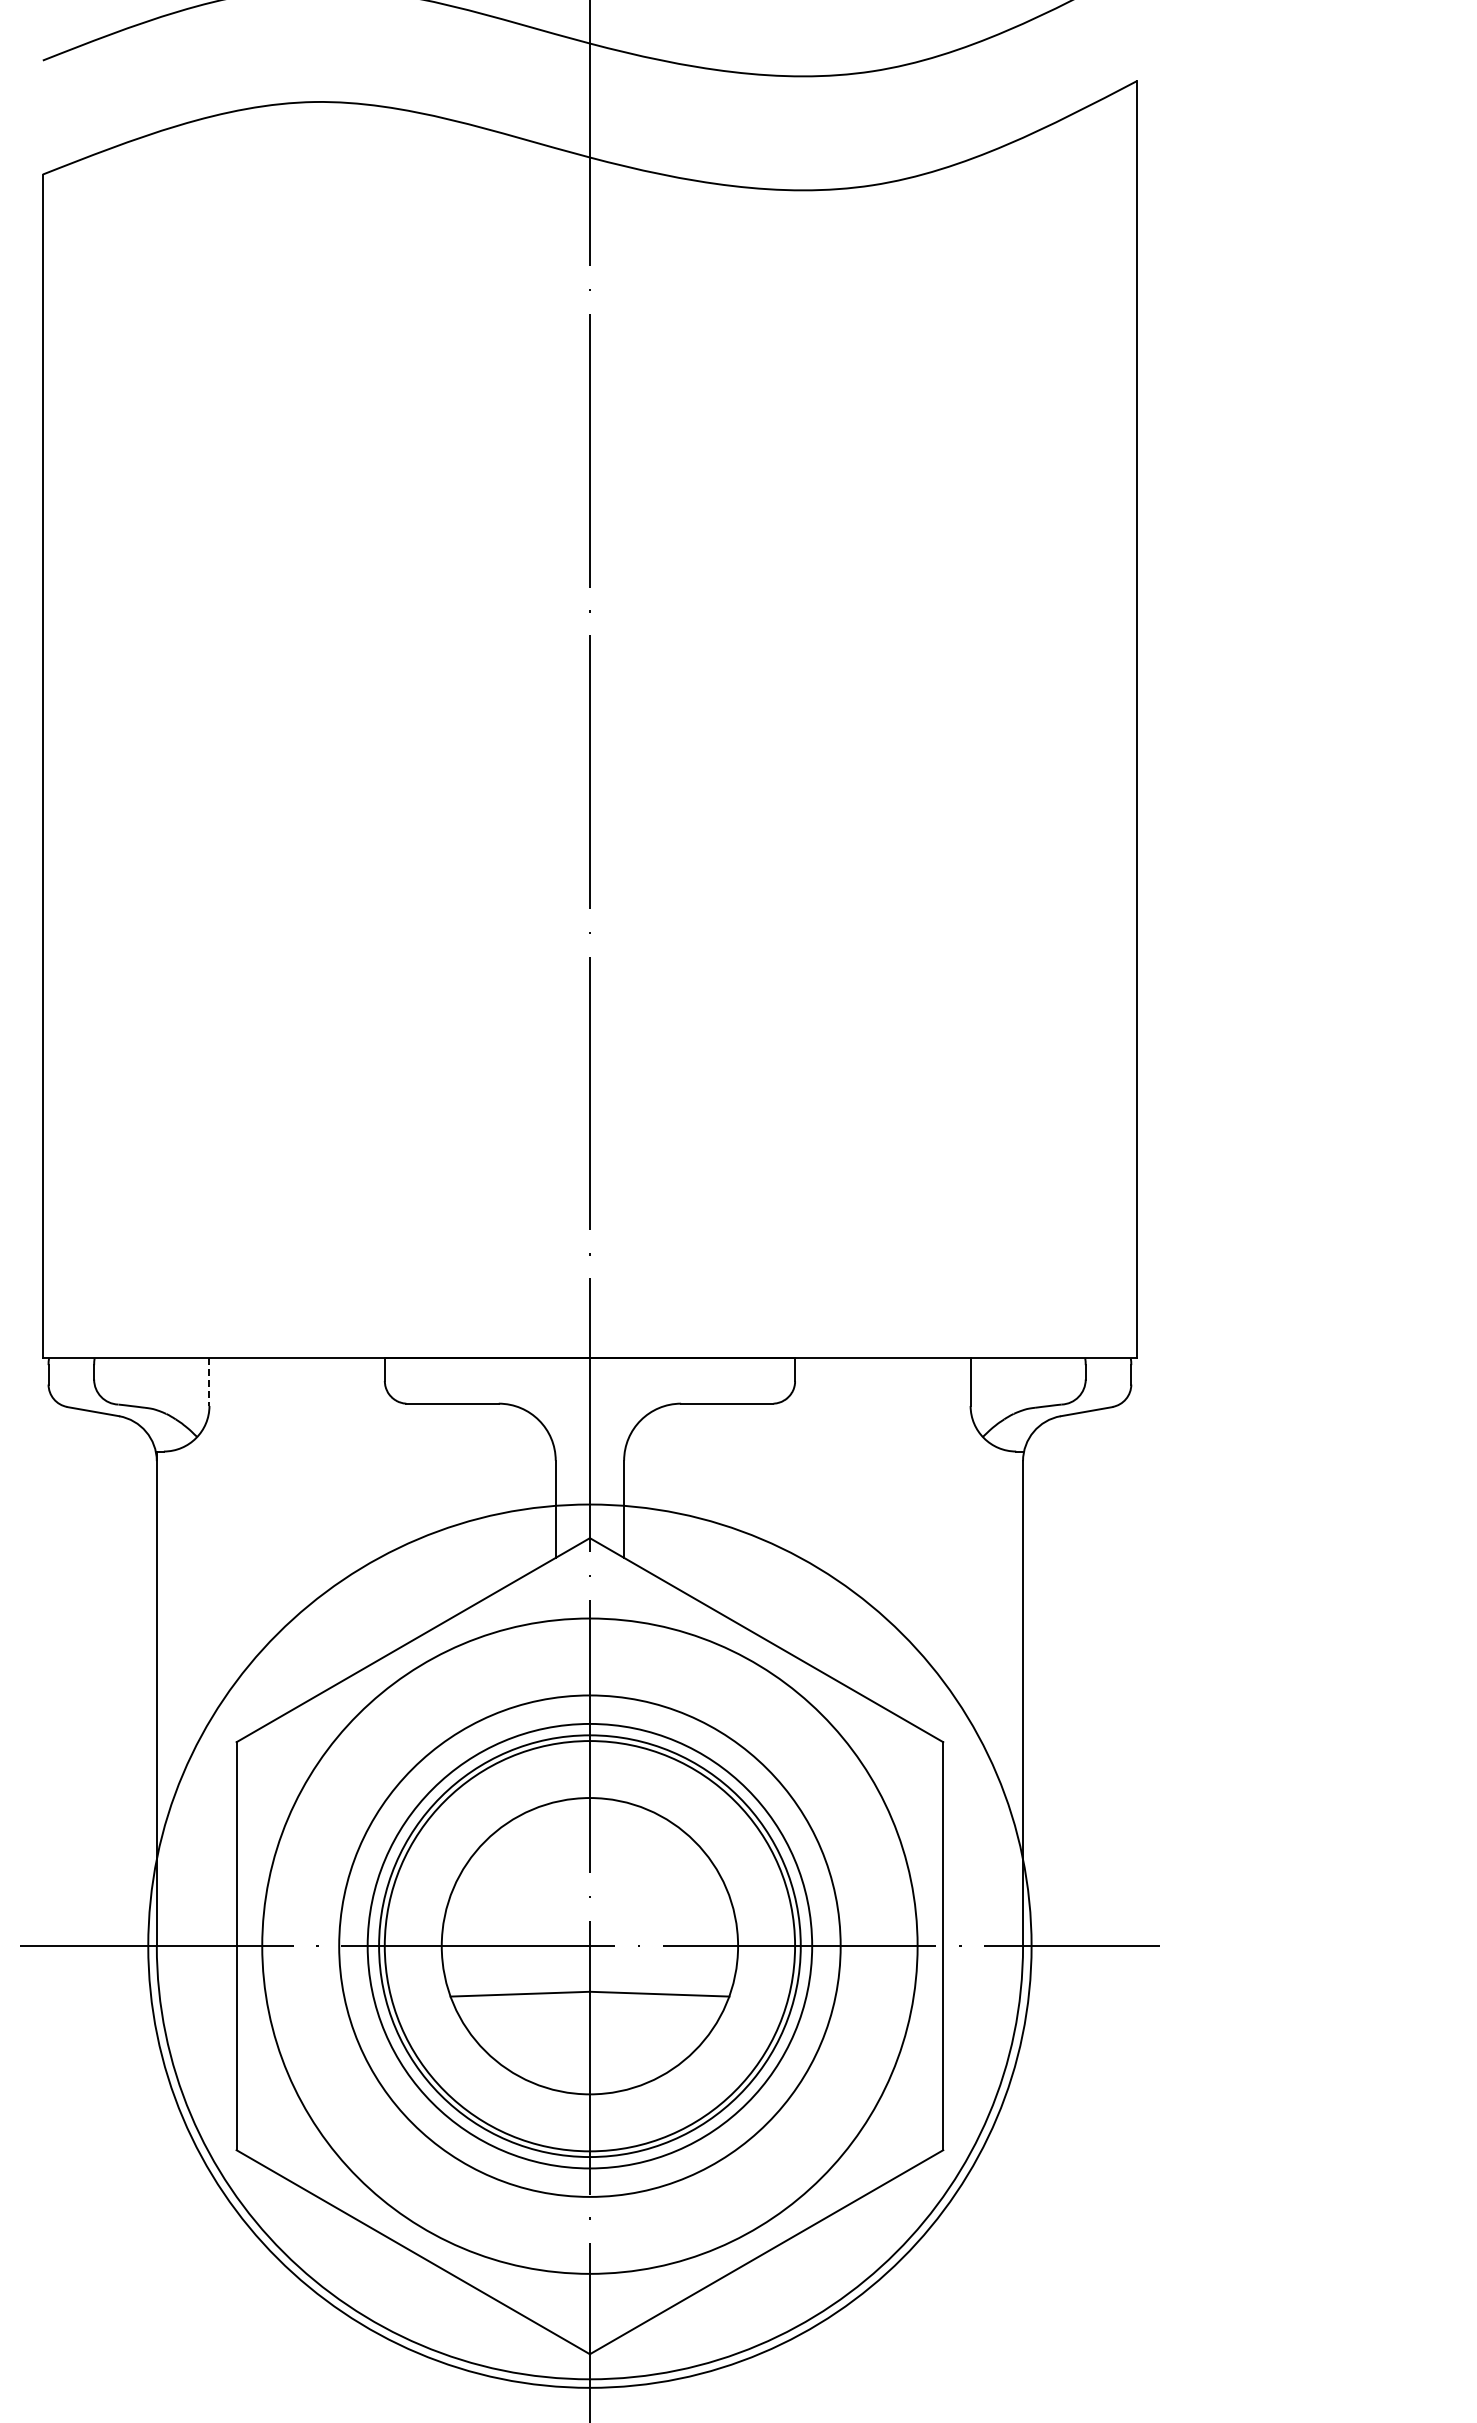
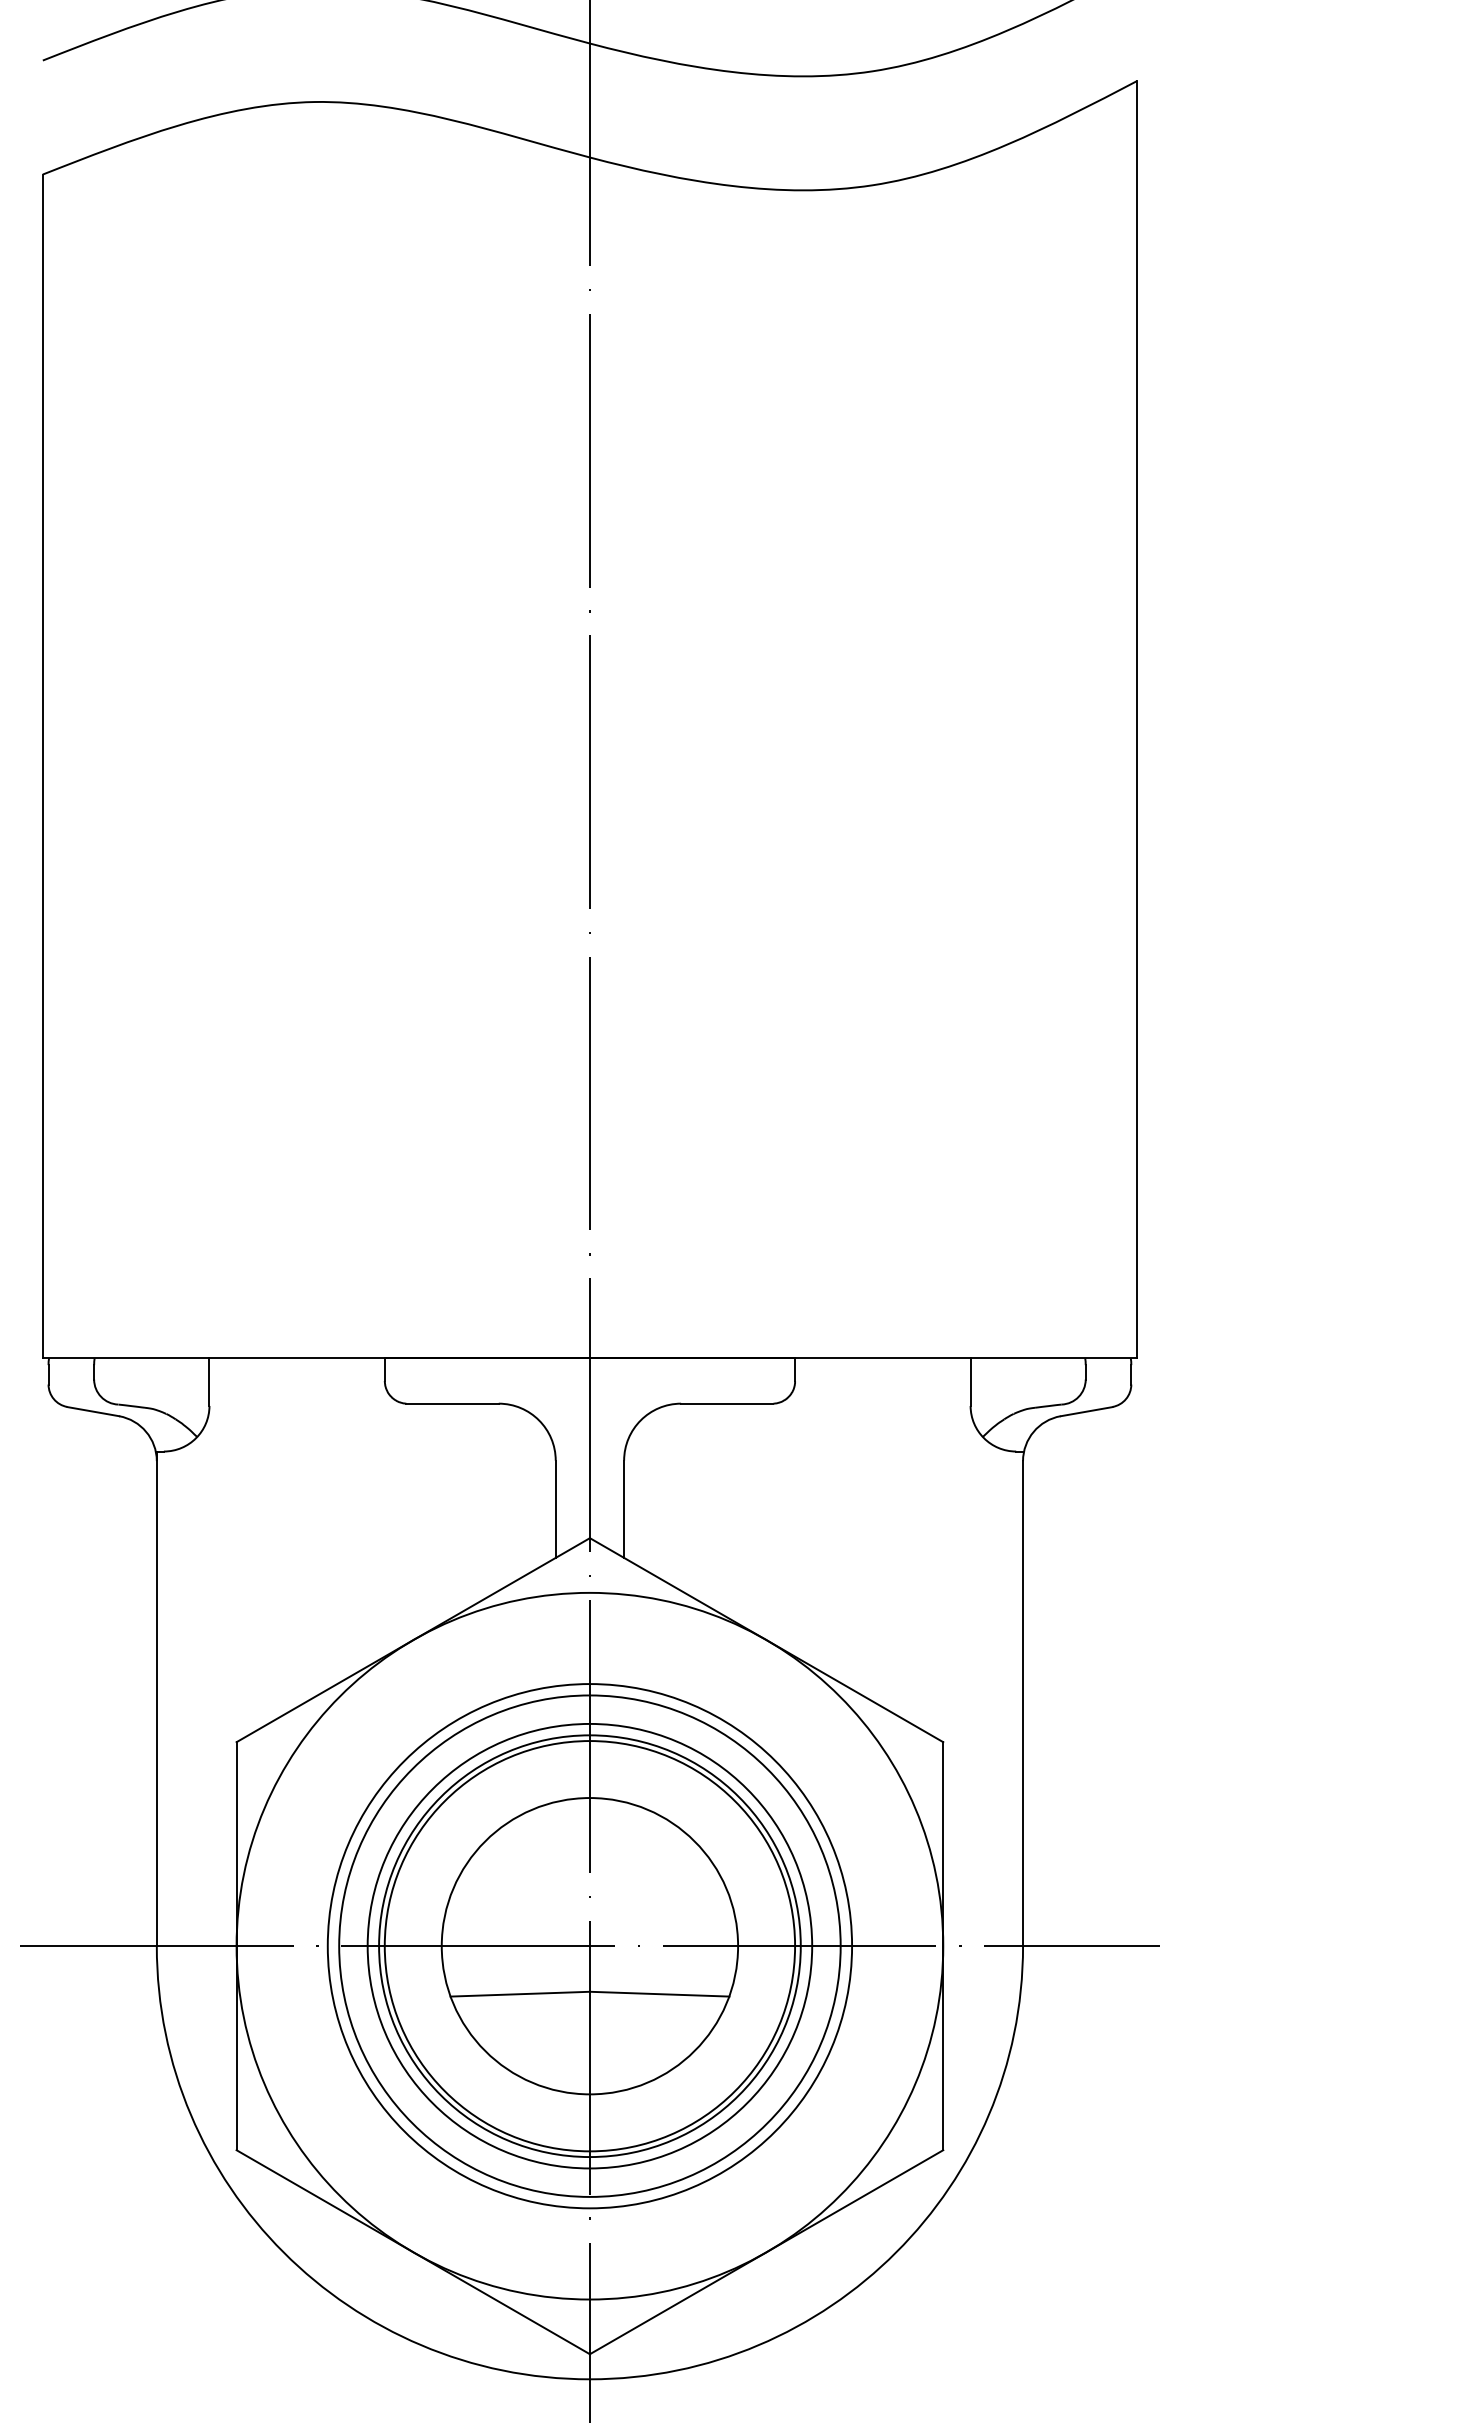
line at (209, 1382): dashed -> solid
circle at (589, 1945) diameter: 655 px -> 524 px
circle at (589, 1945) diameter: 883 px -> 707 px
